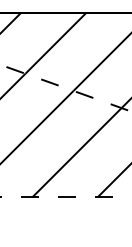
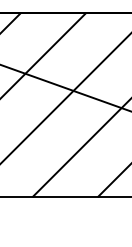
line at (65, 88): dashed -> solid
line at (65, 197): dashed -> solid
